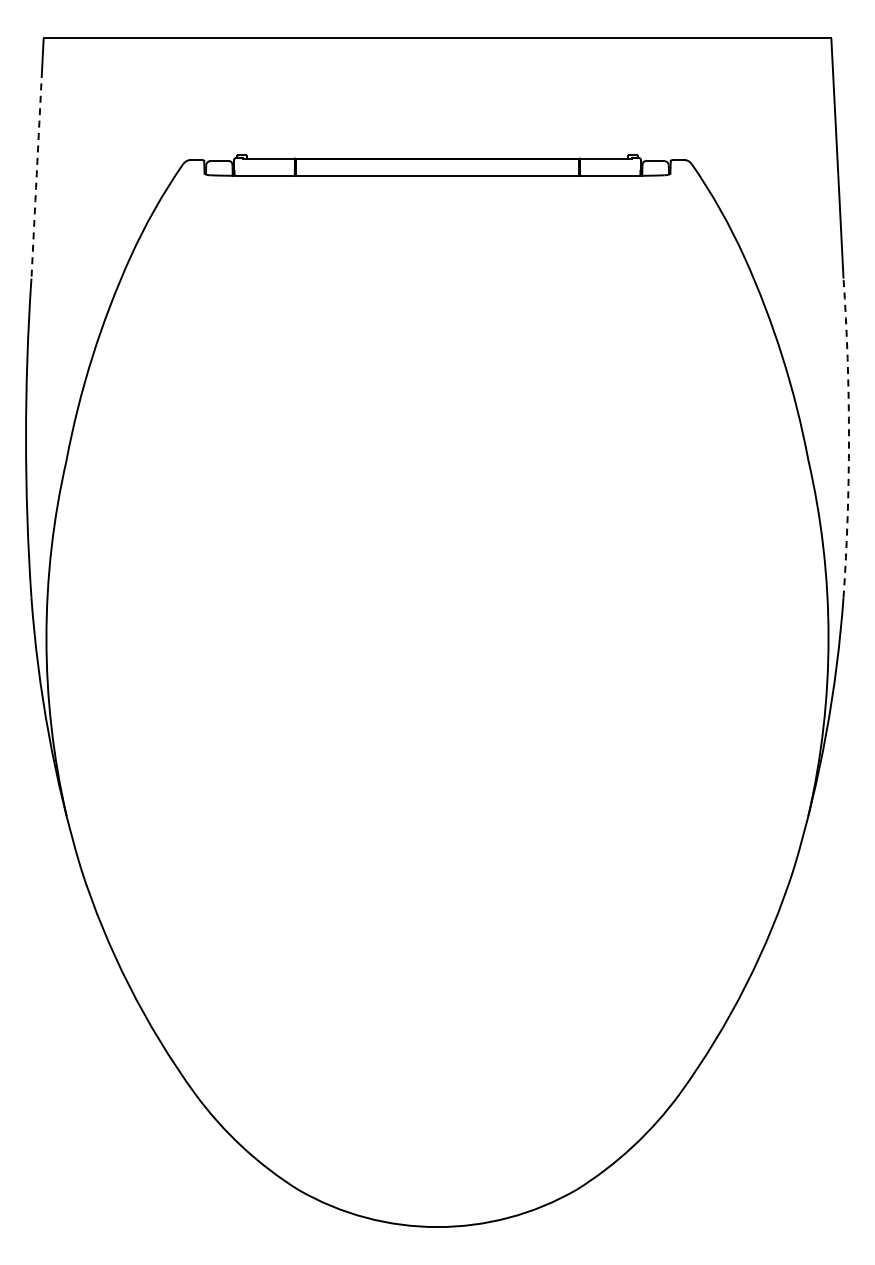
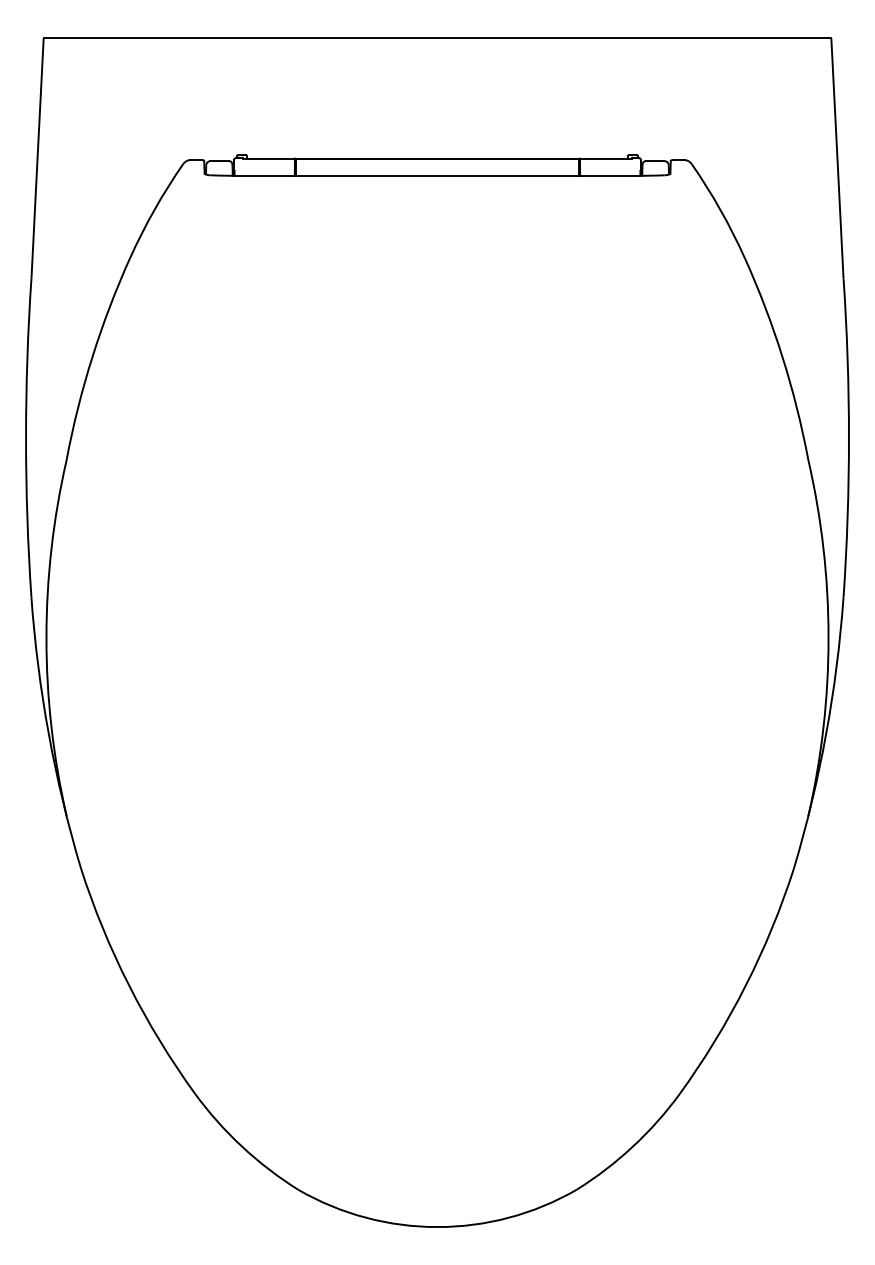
arc at (36, 174): dashed -> solid
arc at (848, 438): dashed -> solid
